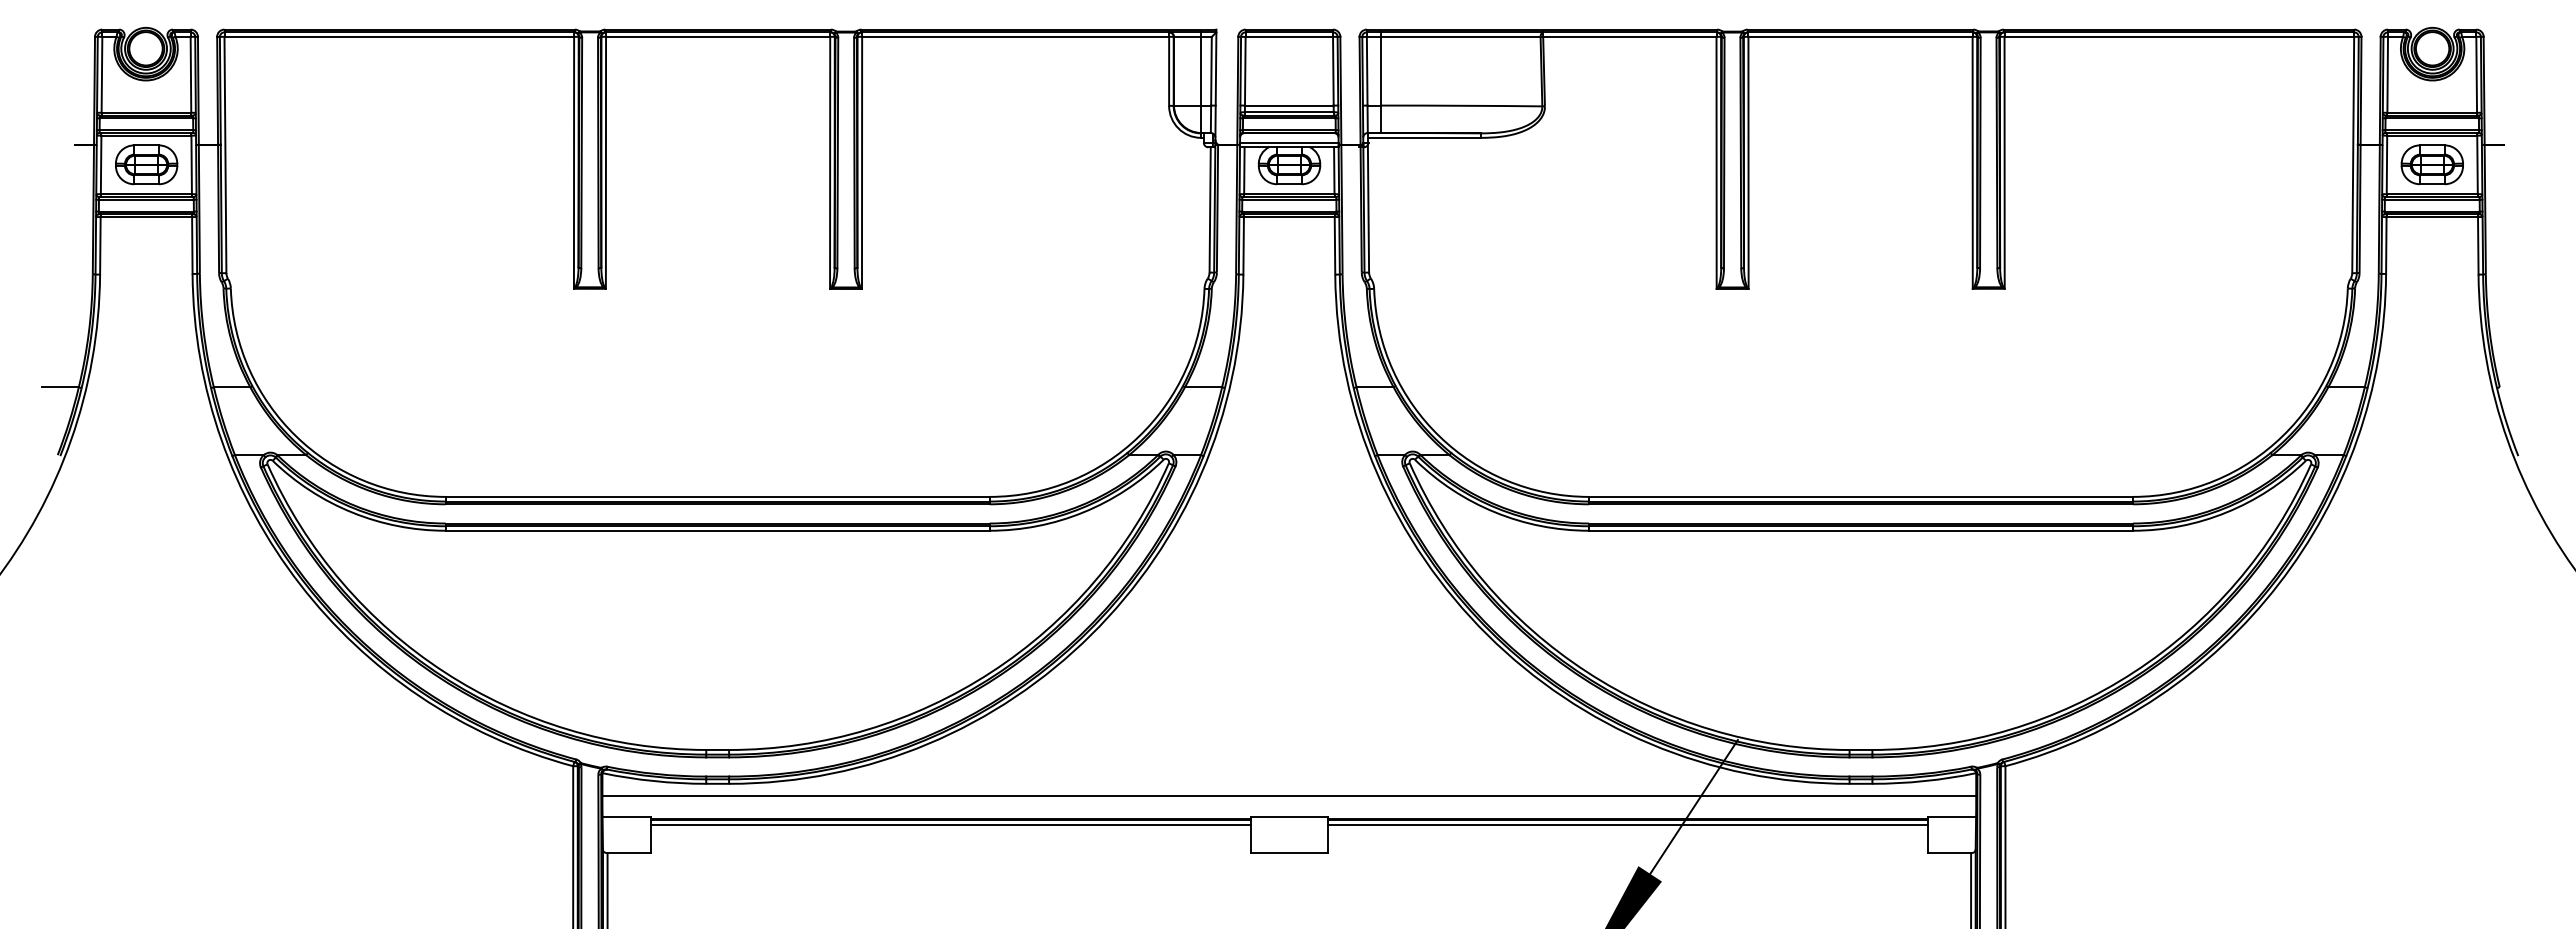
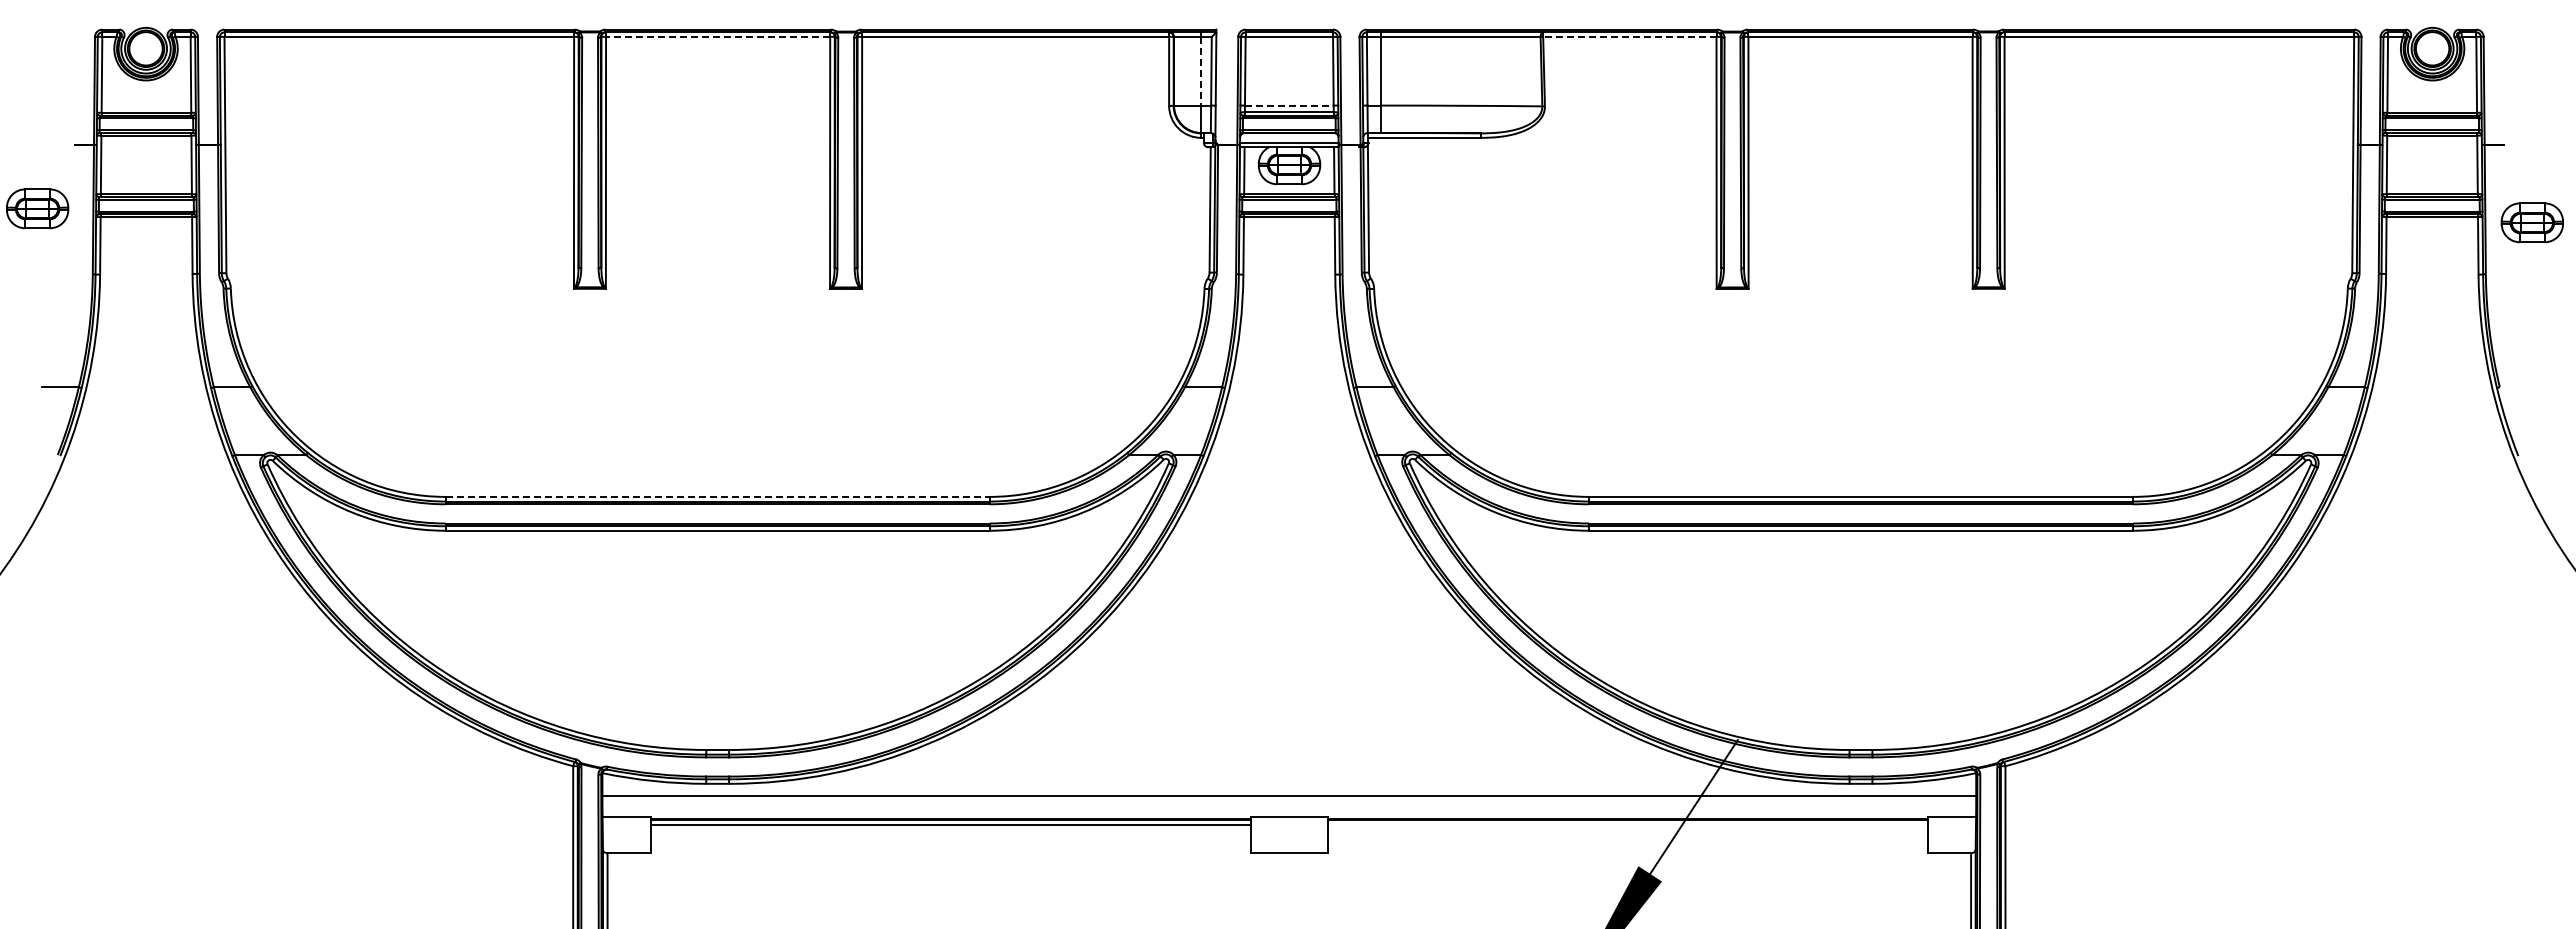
line at (717, 36): solid -> dashed
line at (1629, 36): solid -> dashed
line at (1201, 71): solid -> dashed
line at (1289, 105): solid -> dashed
part at (146, 164) position: (146, 164) -> (37, 208)
part at (2431, 164) position: (2431, 164) -> (2531, 222)
line at (717, 496): solid -> dashed
line at (1627, 824): present -> none
